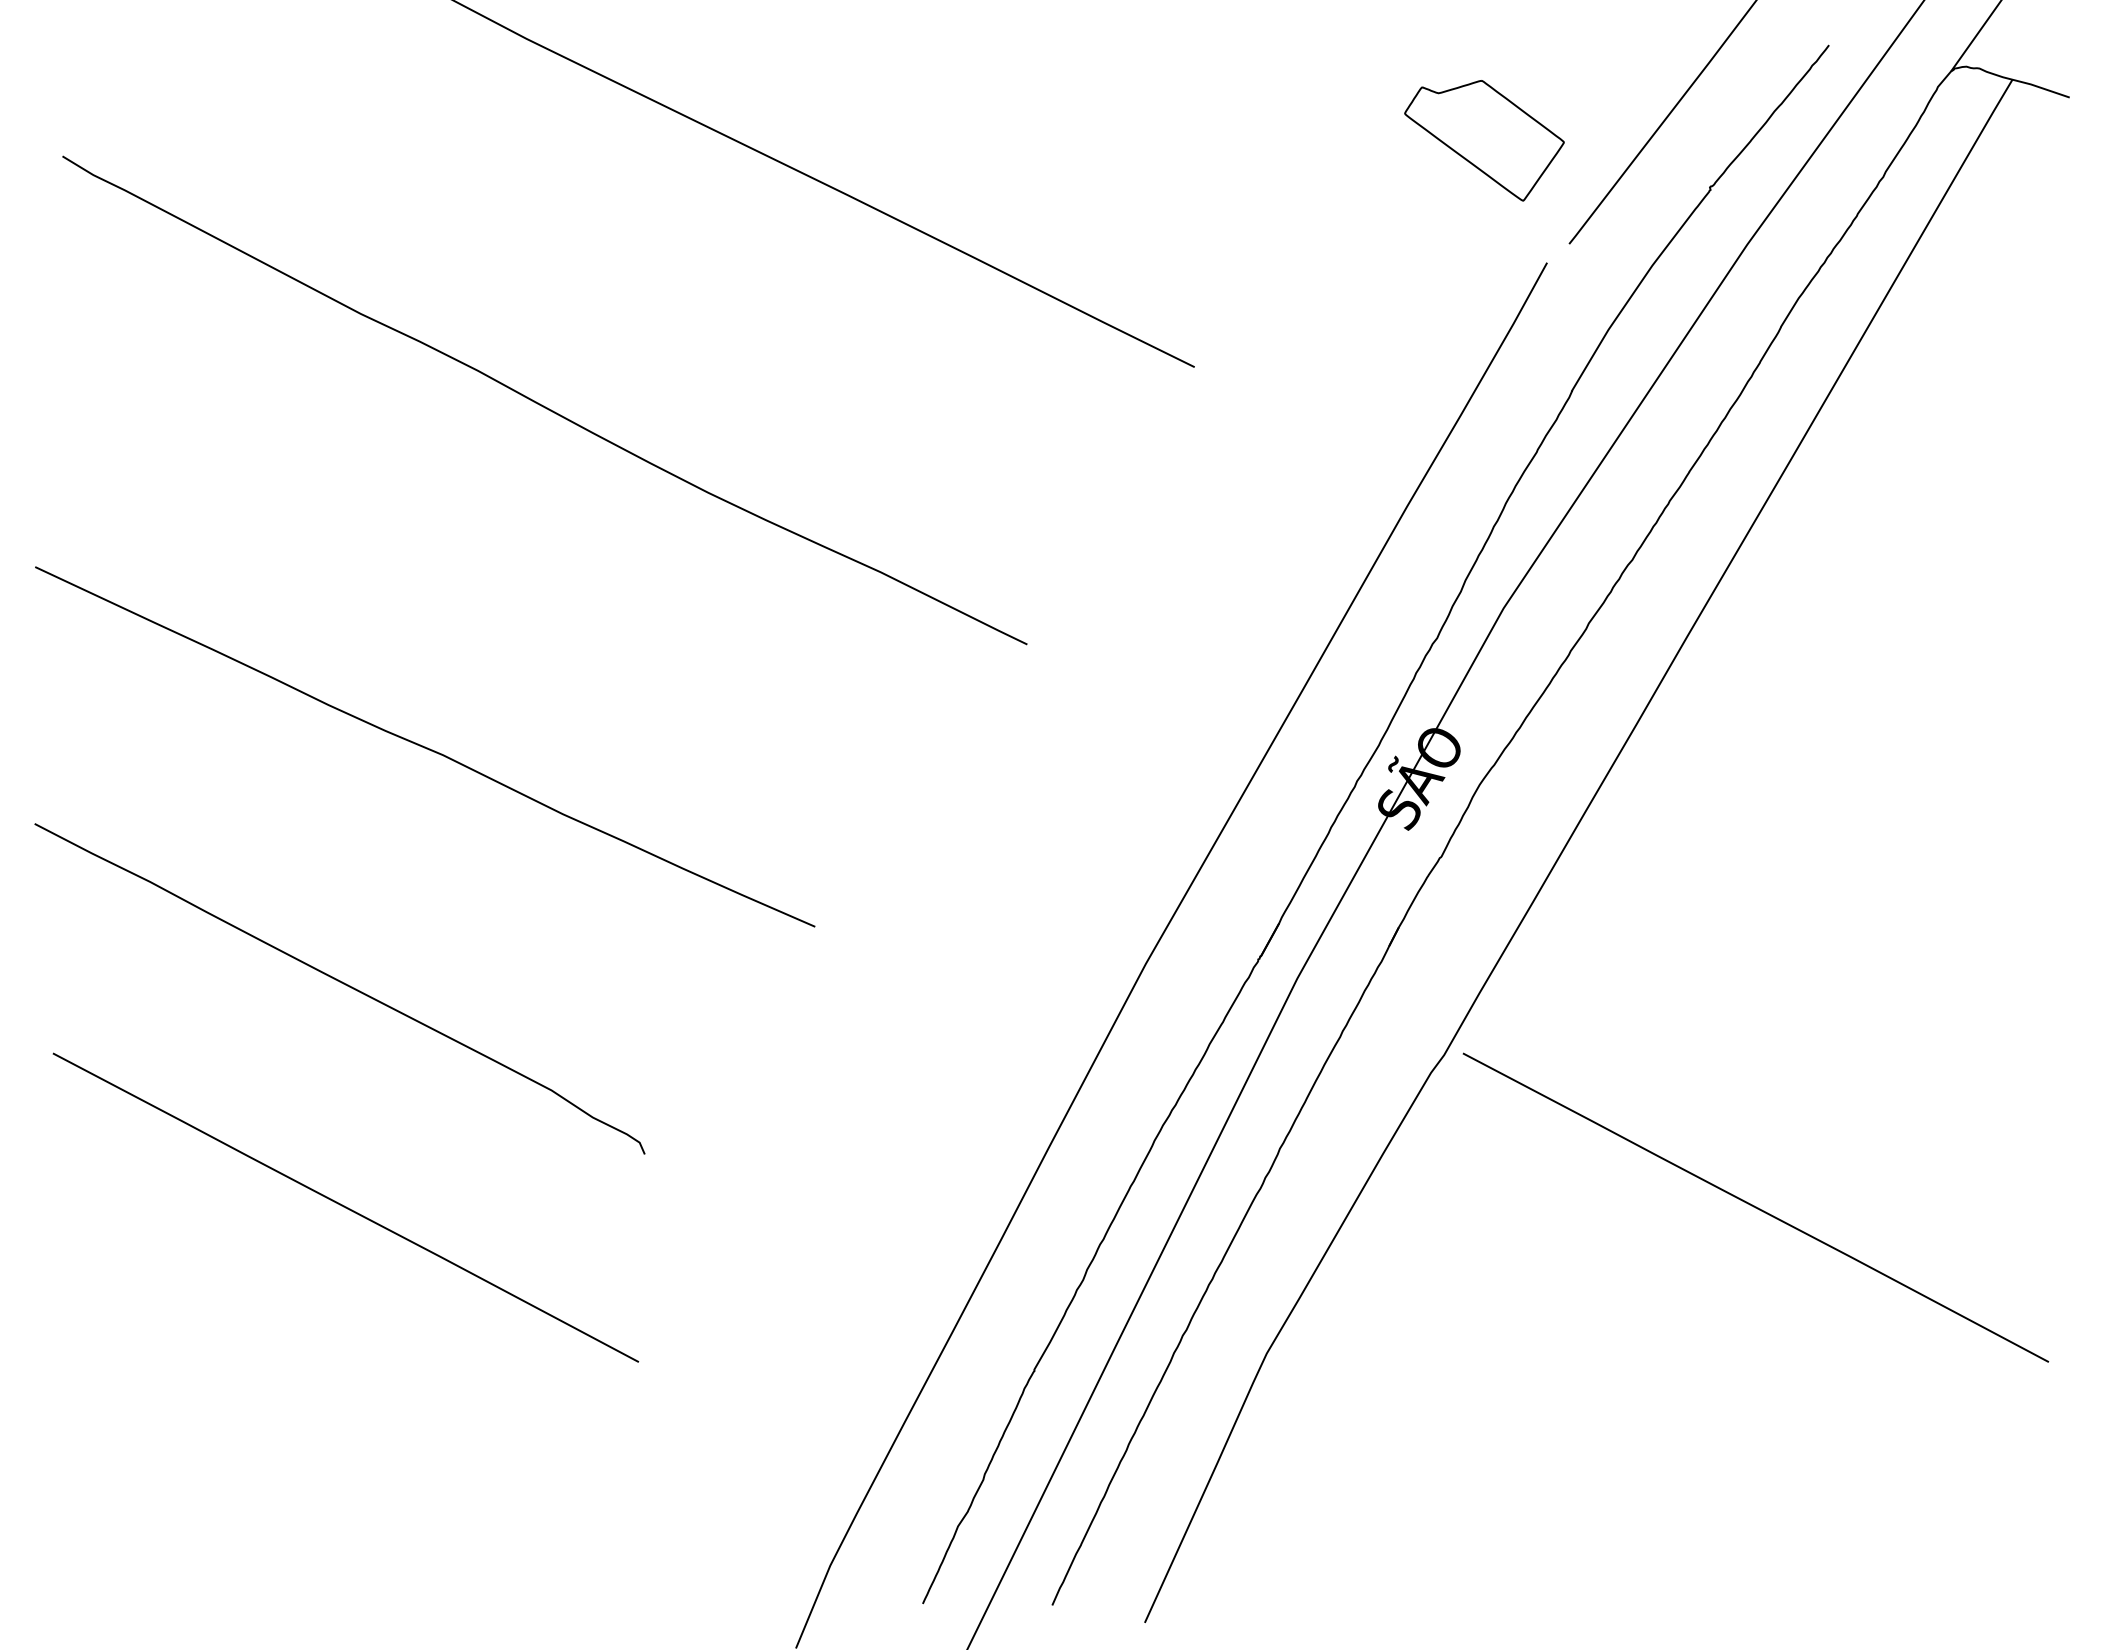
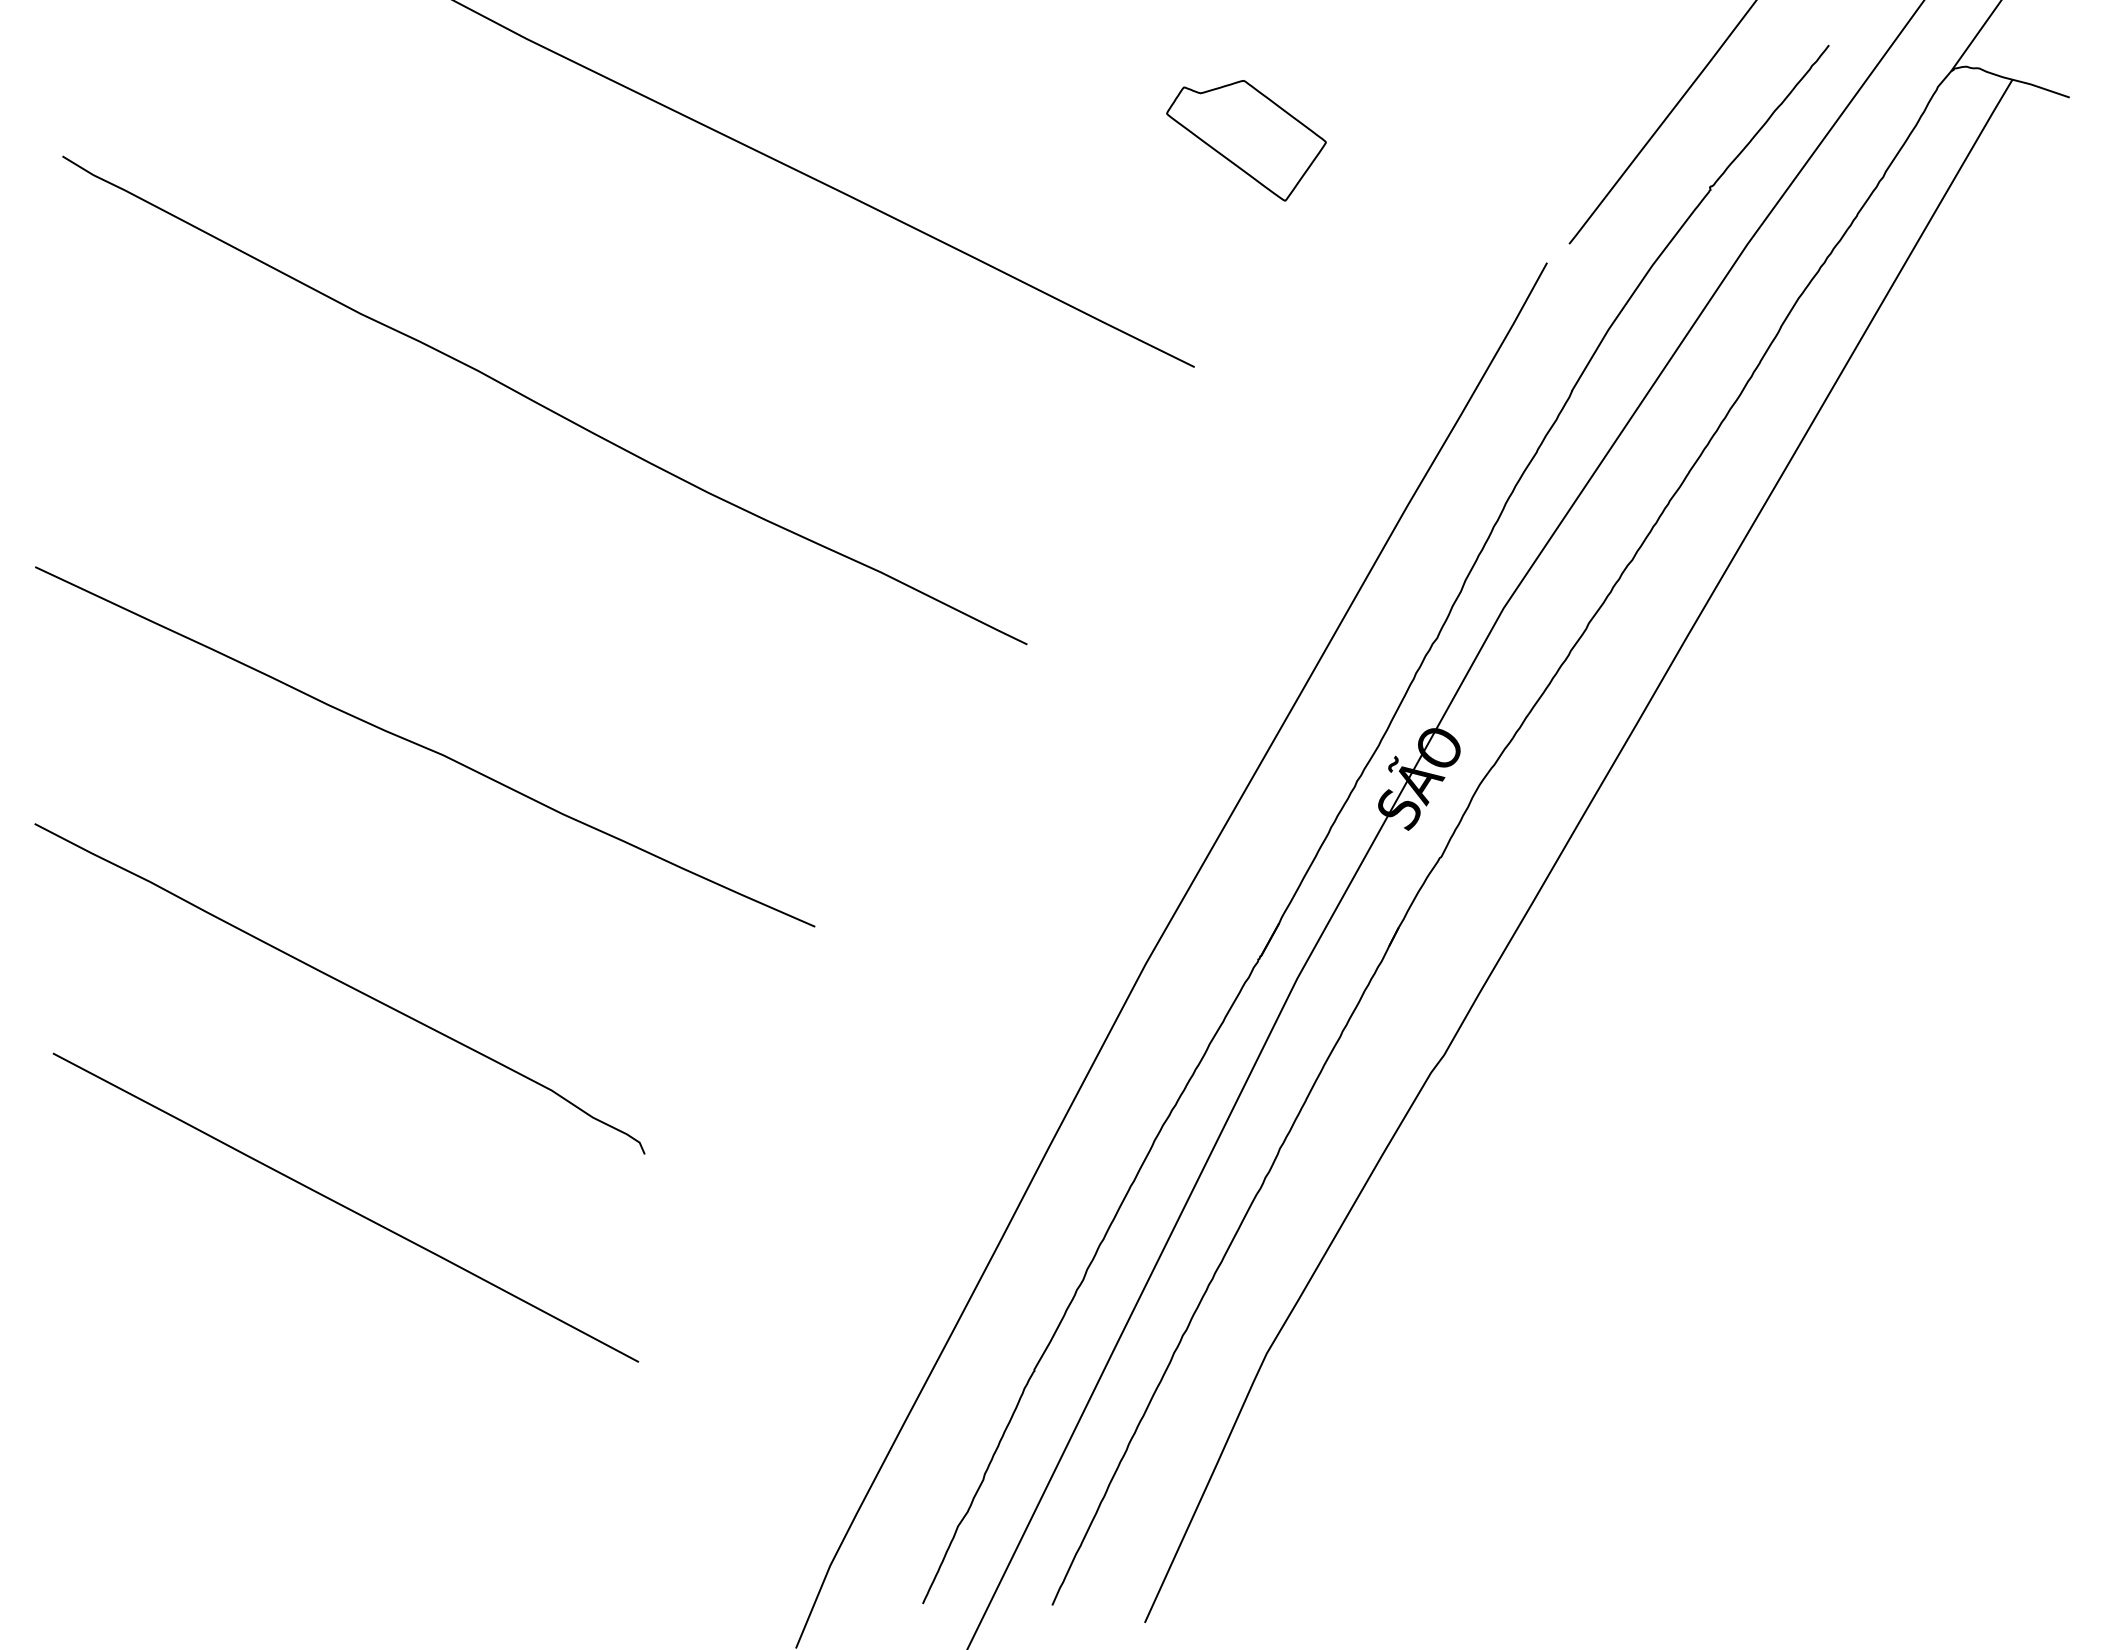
part at (1484, 140) position: (1484, 140) -> (1246, 140)
line at (1755, 1207): present -> none
